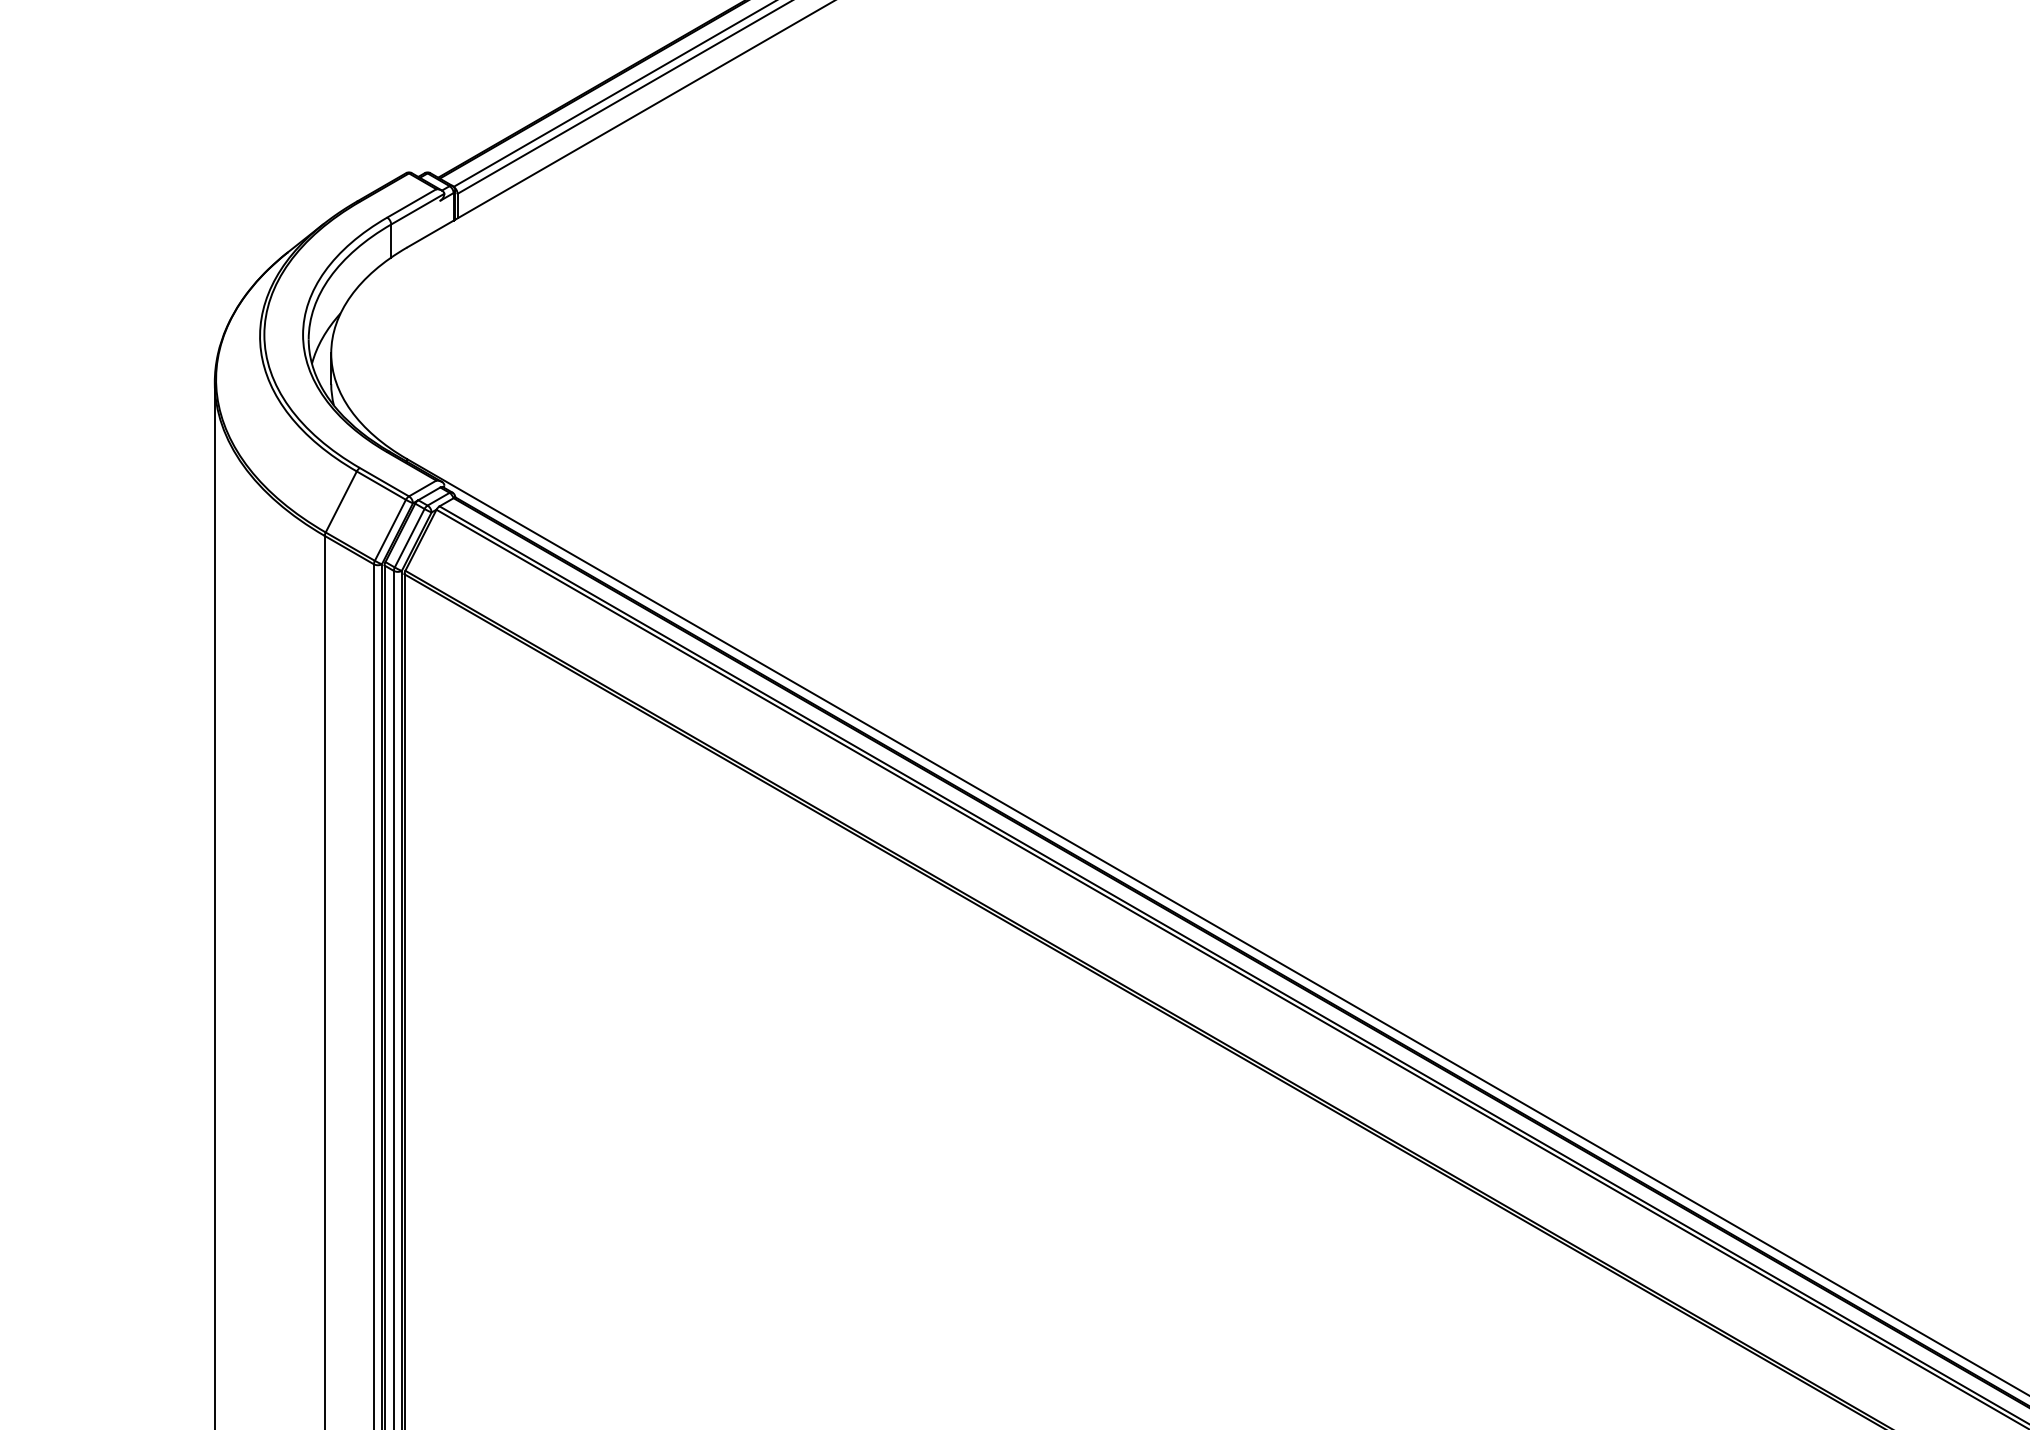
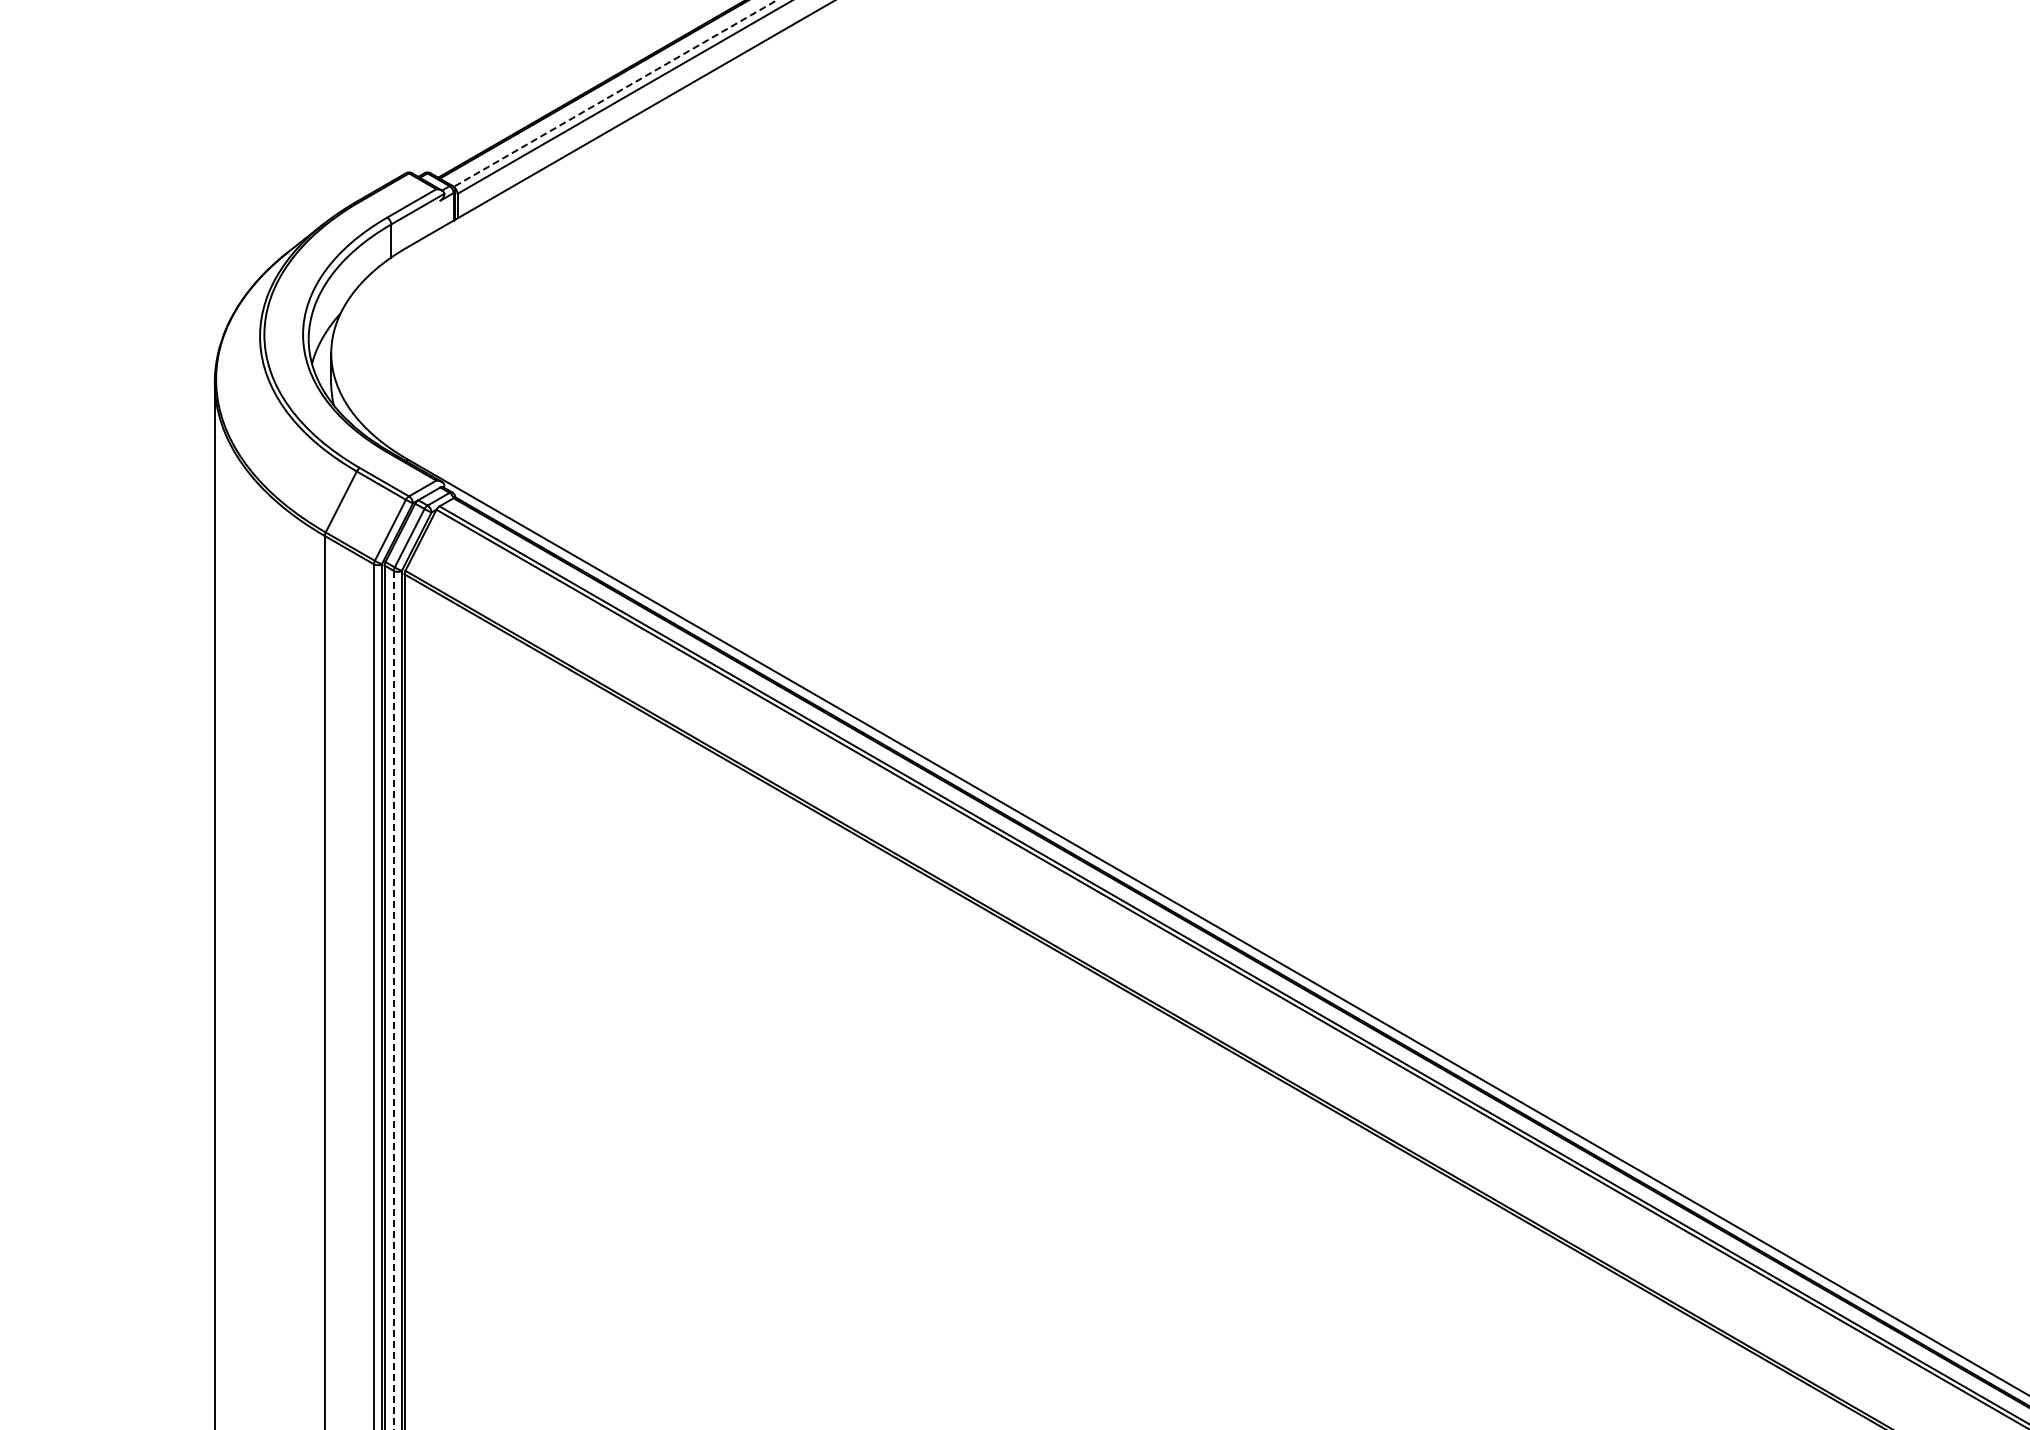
line at (614, 93): solid -> dashed
line at (393, 1000): solid -> dashed
